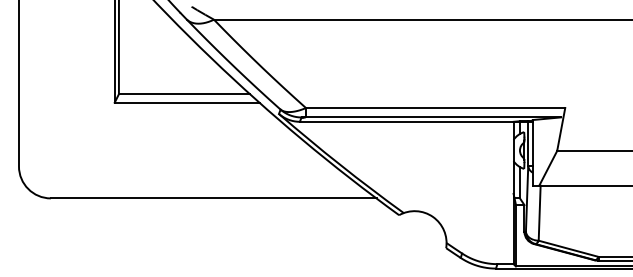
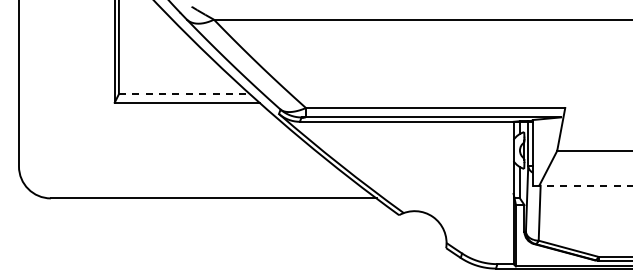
line at (184, 94): solid -> dashed
line at (582, 185): solid -> dashed
